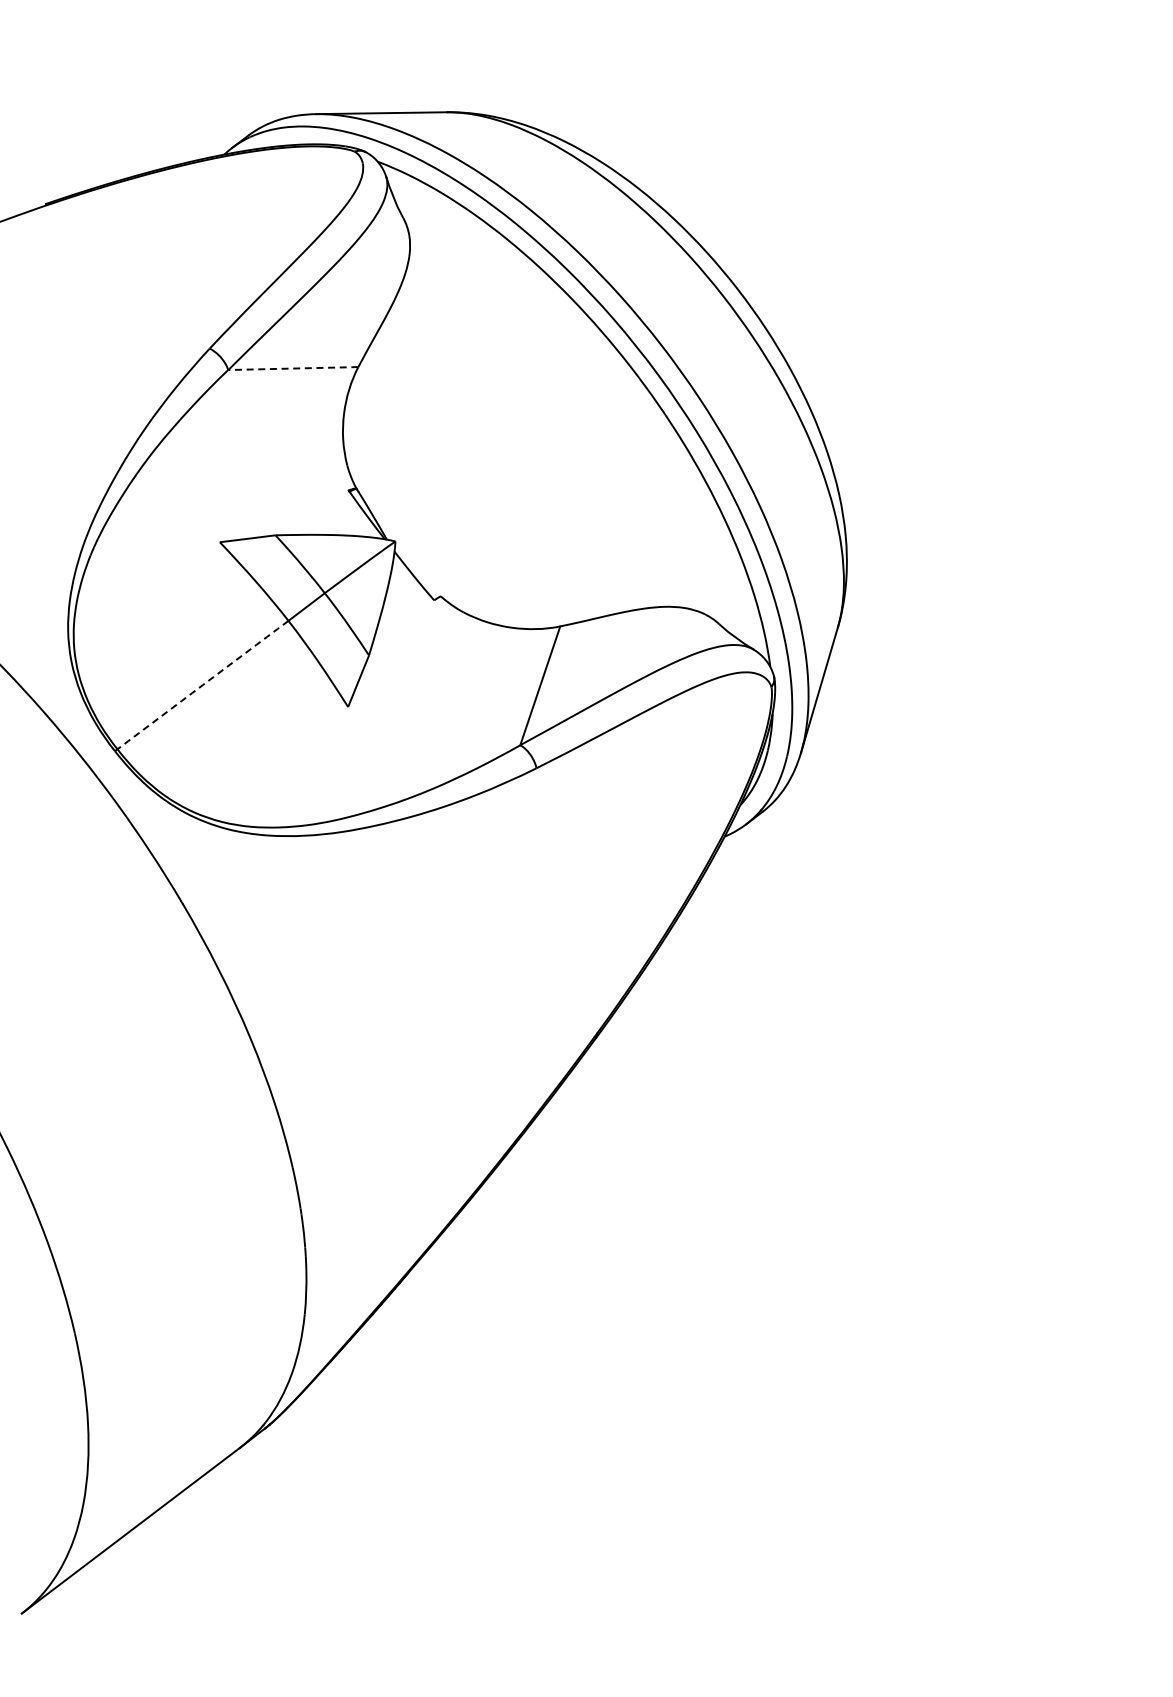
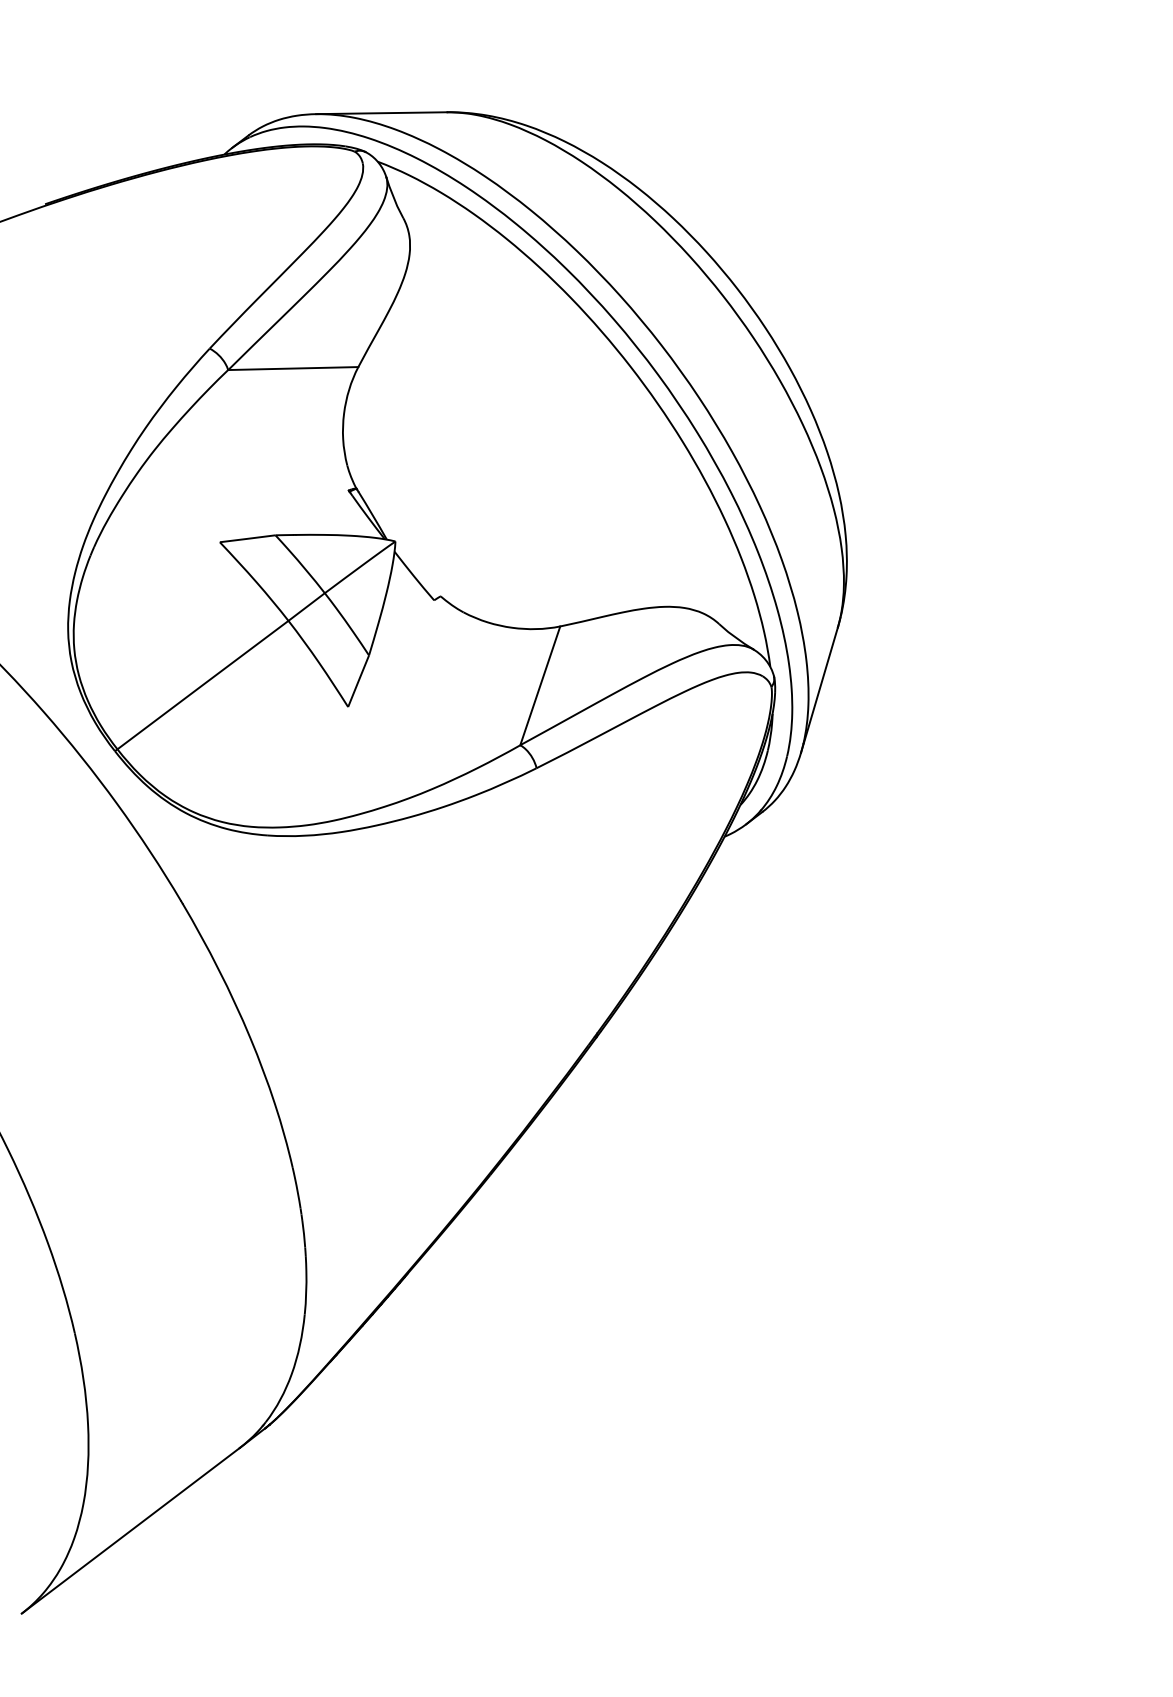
line at (292, 368): dashed -> solid
arc at (202, 685): dashed -> solid
